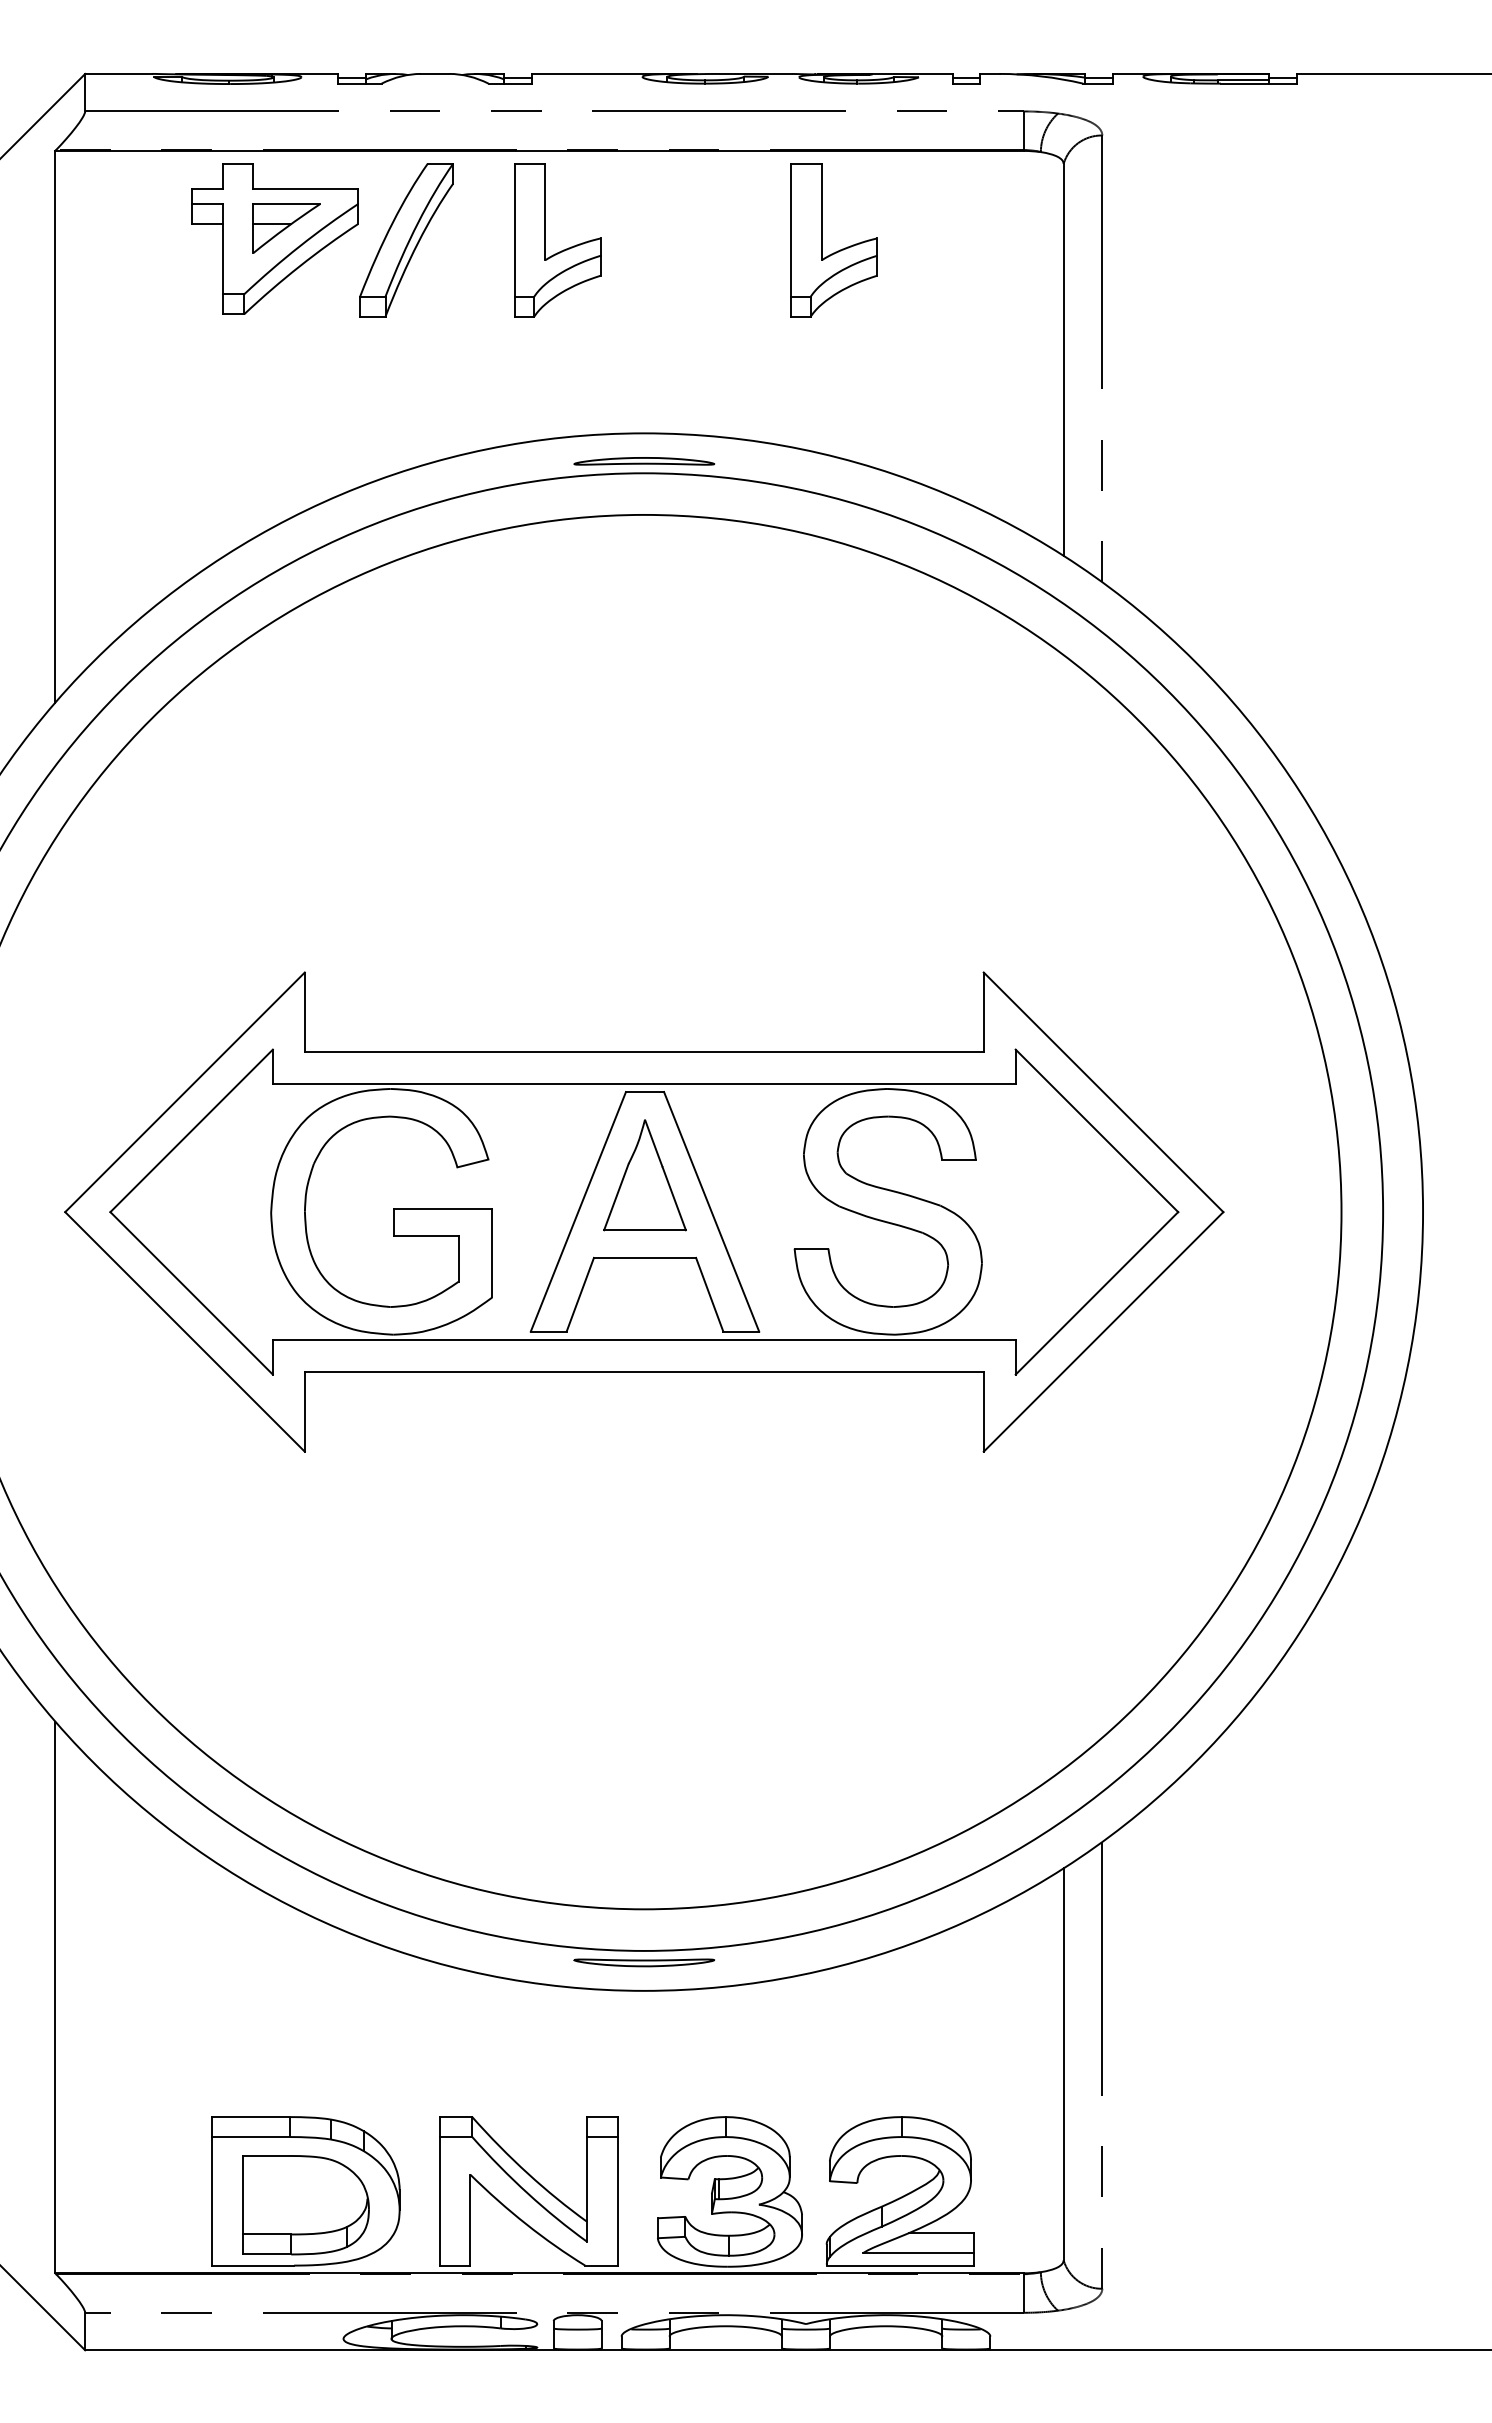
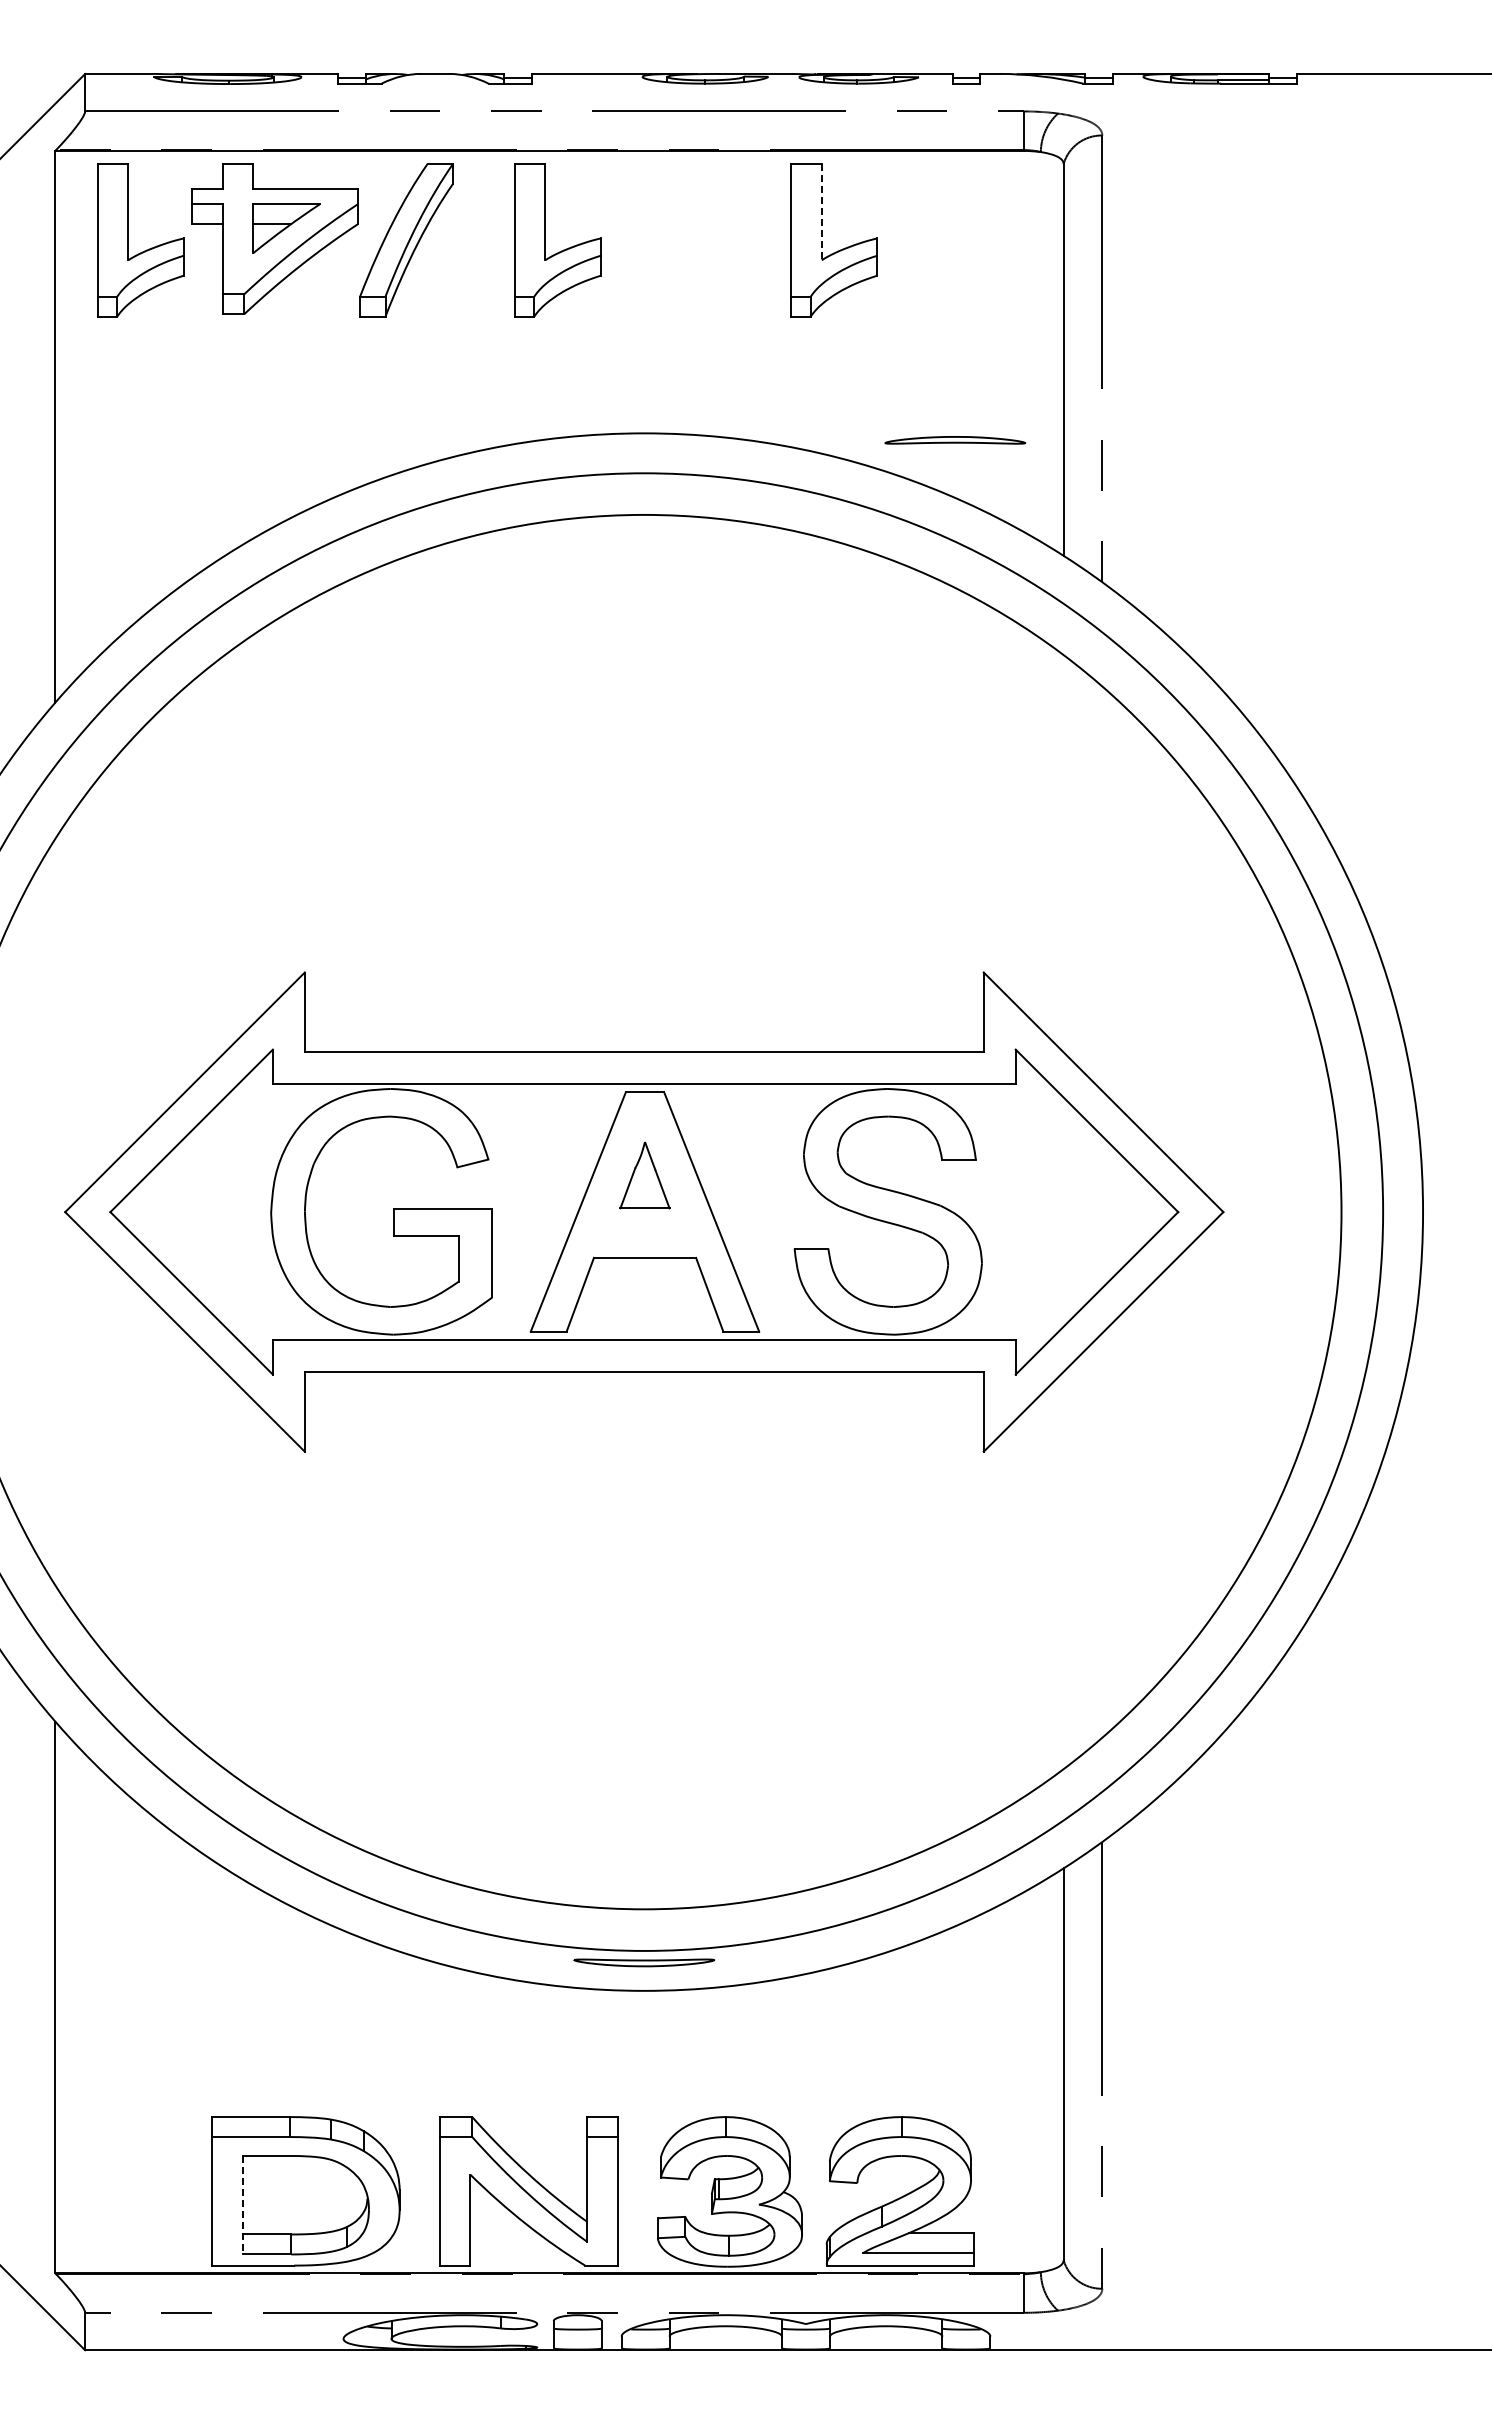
line at (821, 212): solid -> dashed
part at (144, 250): none -> present
part at (644, 461) position: (644, 461) -> (955, 440)
part at (644, 1175) size: 84x113 px -> 52x69 px
line at (243, 2205): solid -> dashed
